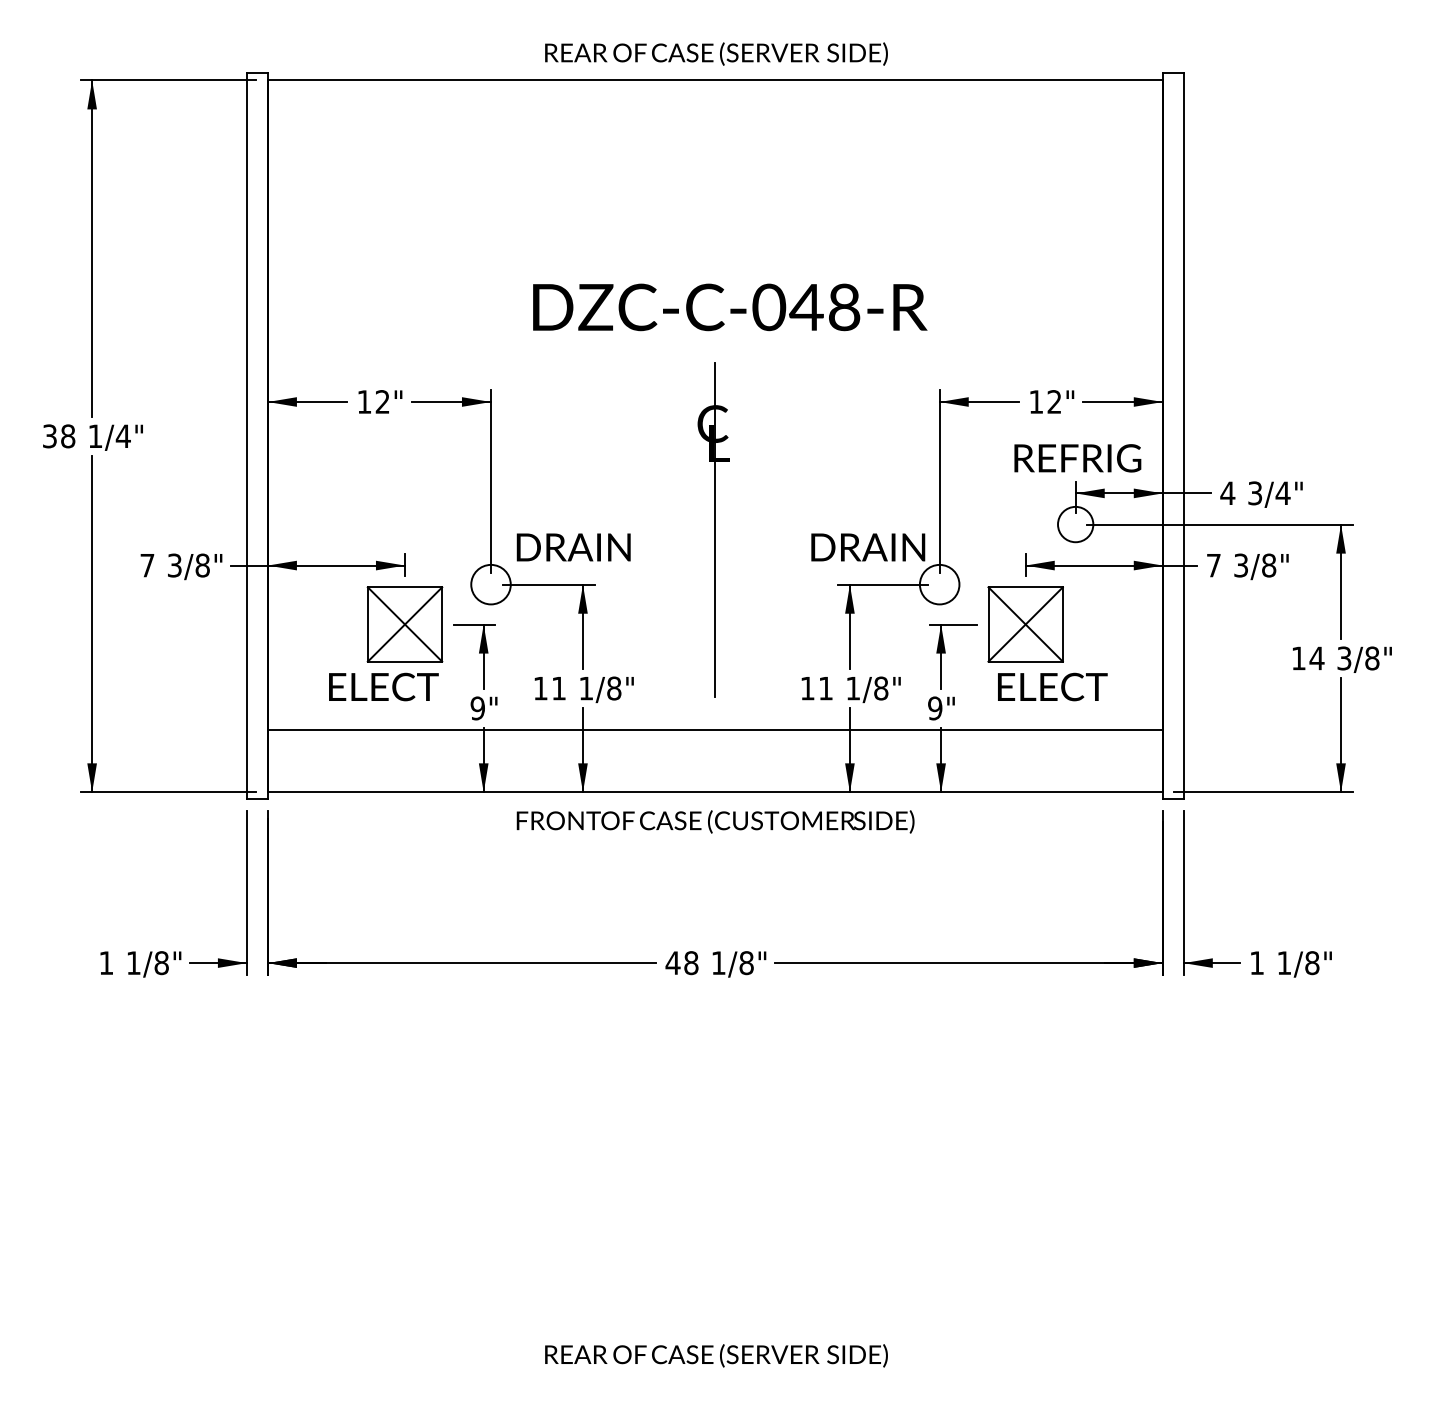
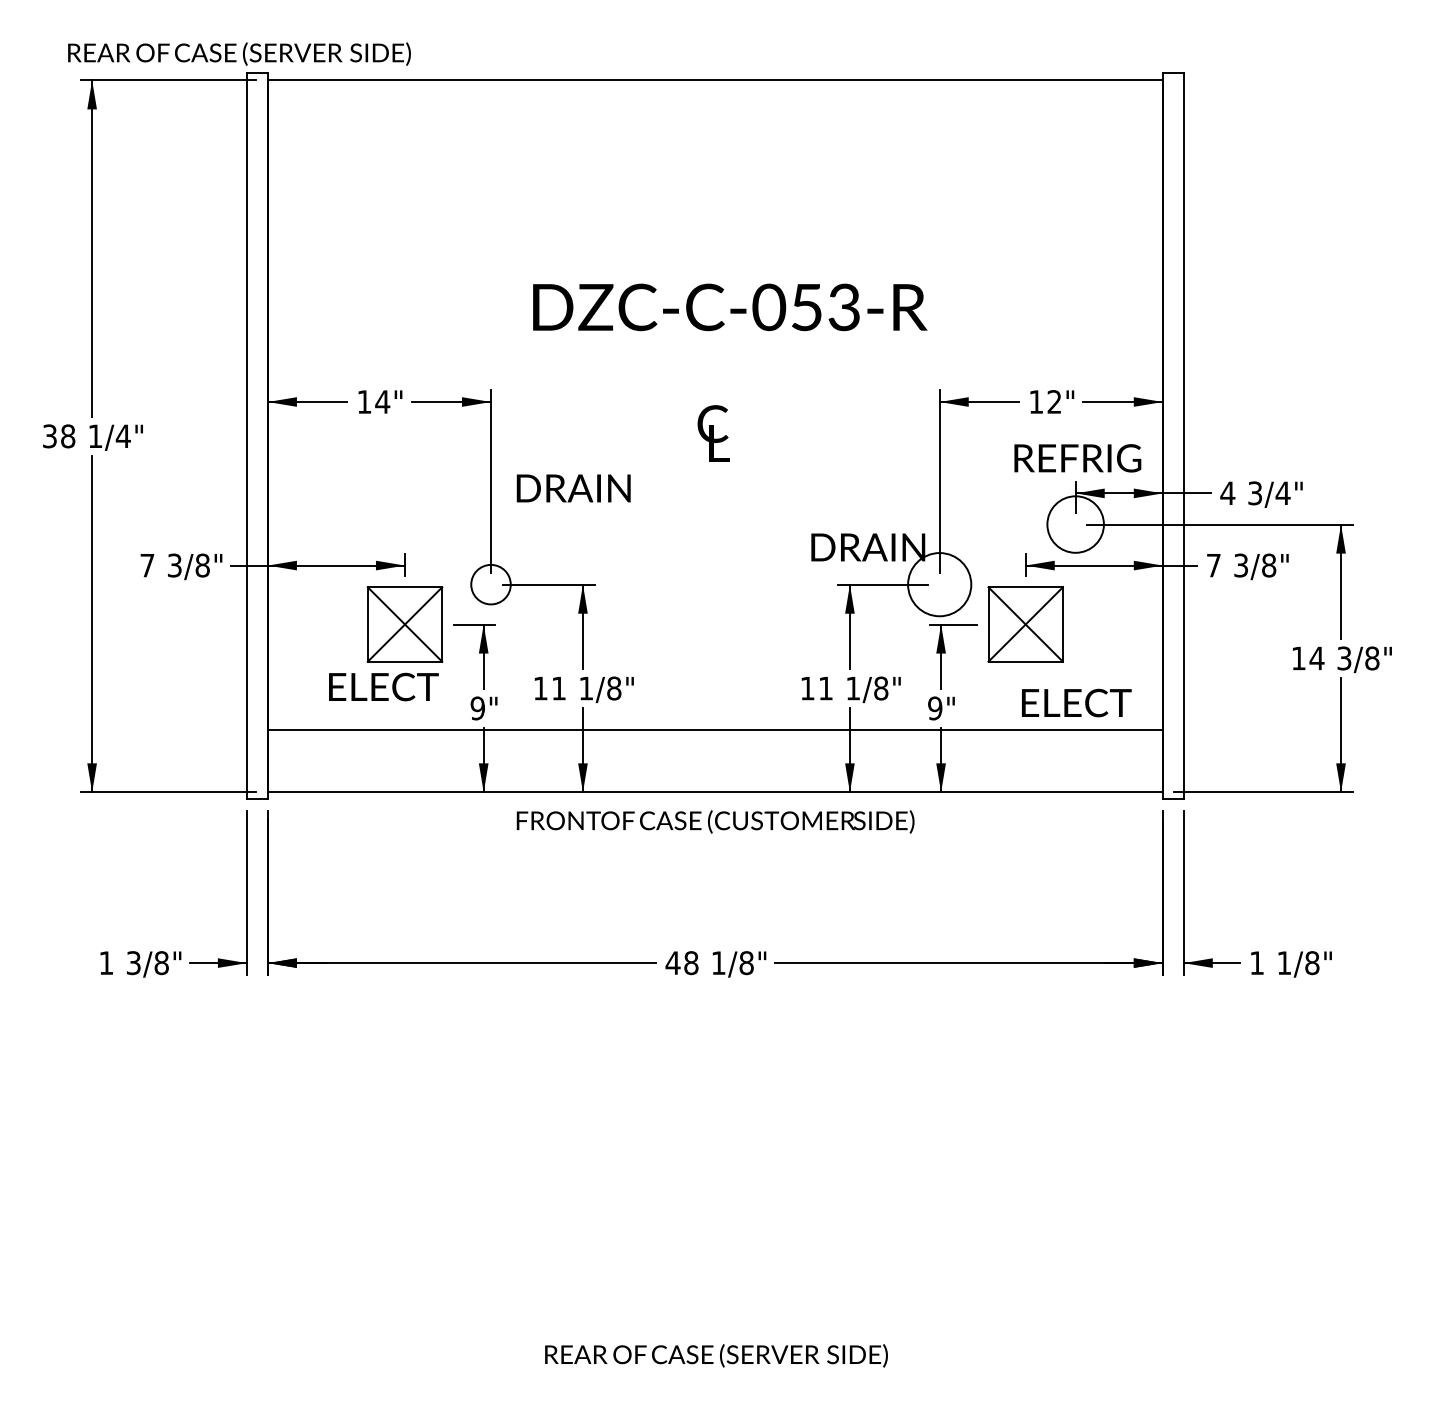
text at (716, 53) position: (716, 53) -> (239, 53)
text at (824, 307): DZC-C-048-R -> DZC-C-053-R
text at (382, 401): 12" -> 14"
circle at (1075, 524) diameter: 35 px -> 57 px
line at (715, 529): present -> none
text at (573, 547) position: (573, 547) -> (573, 488)
circle at (939, 584) diameter: 40 px -> 63 px
text at (1052, 686) position: (1052, 686) -> (1076, 702)
text at (133, 963): 1/8" -> 3/8"
